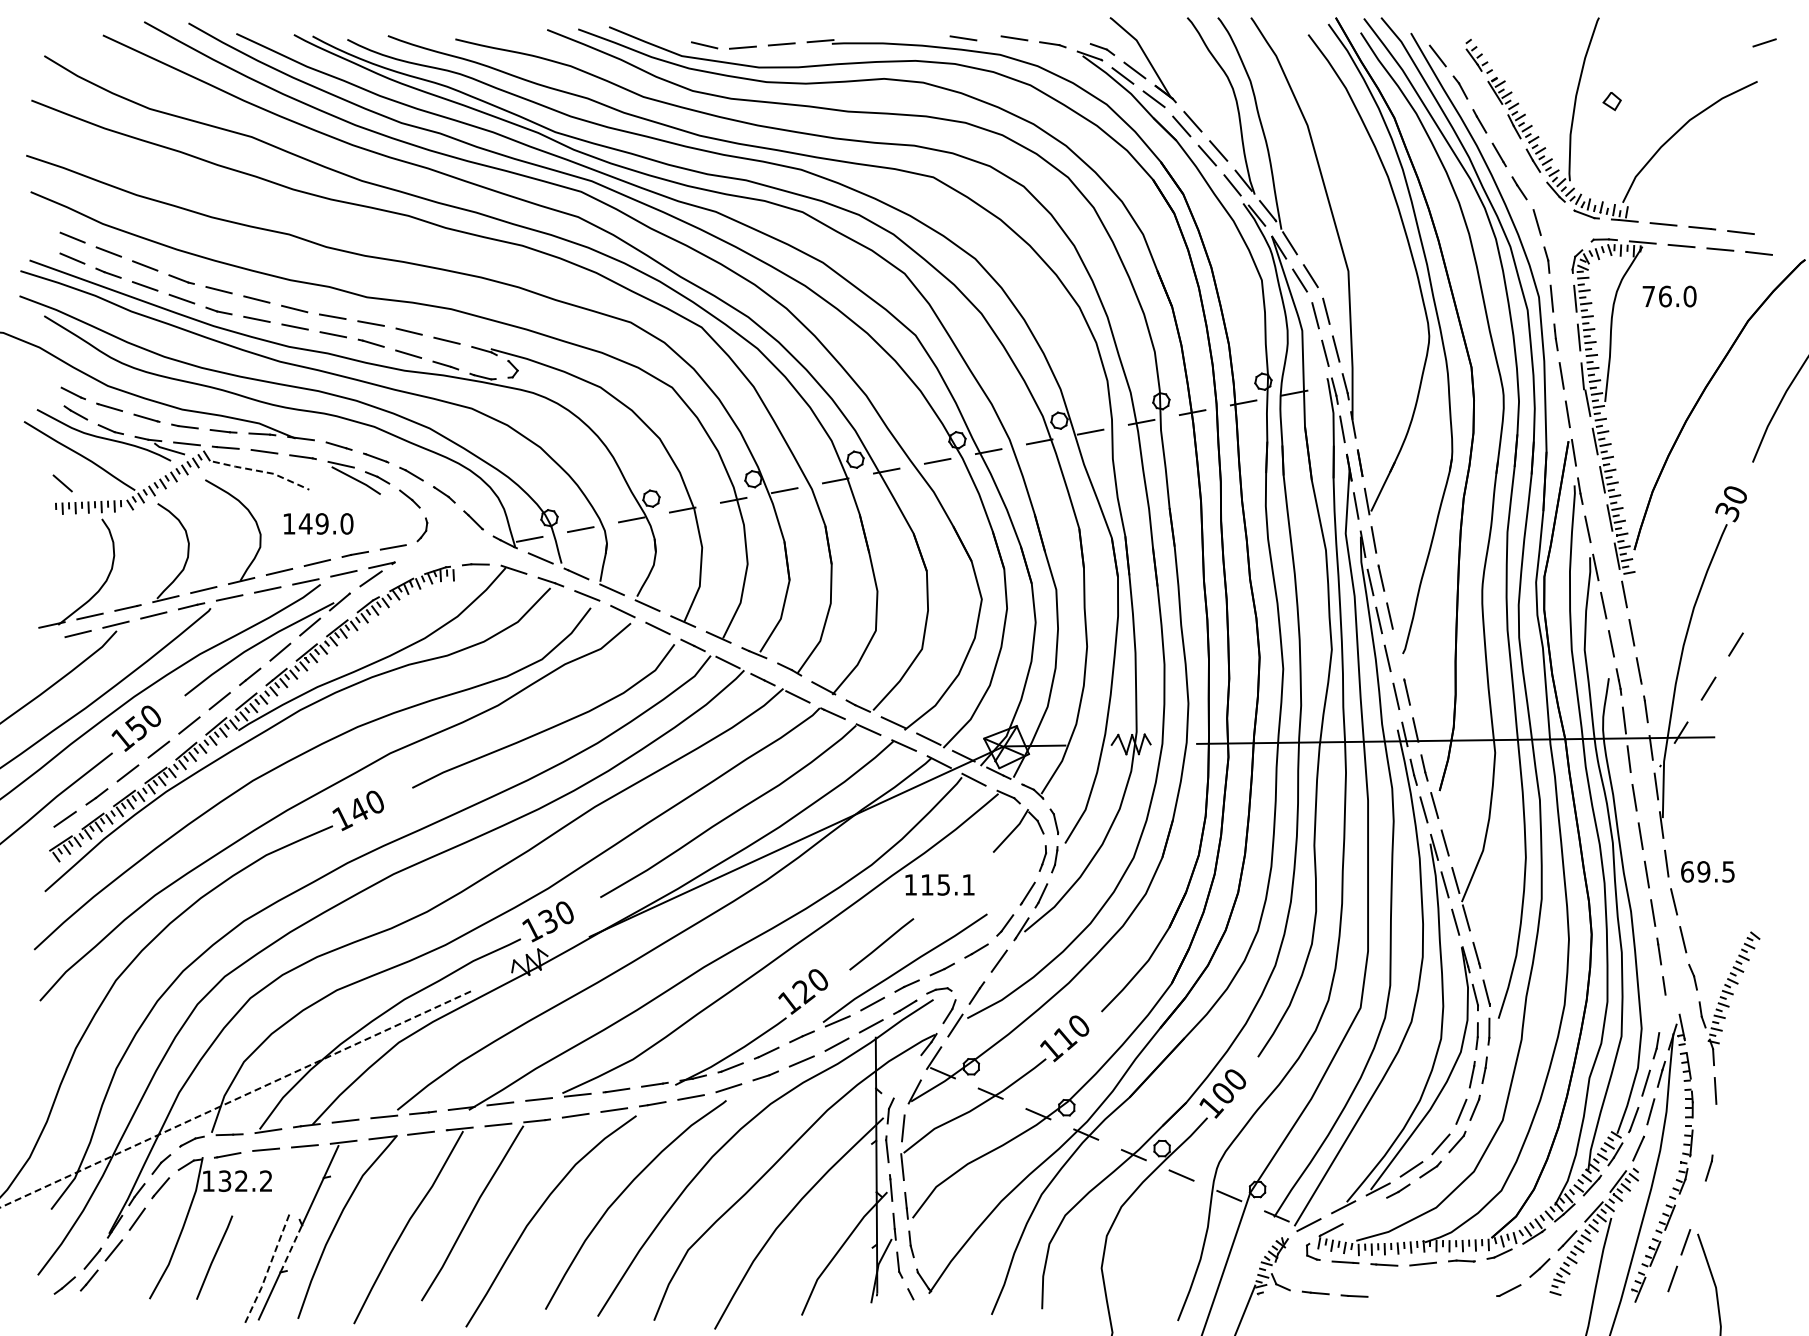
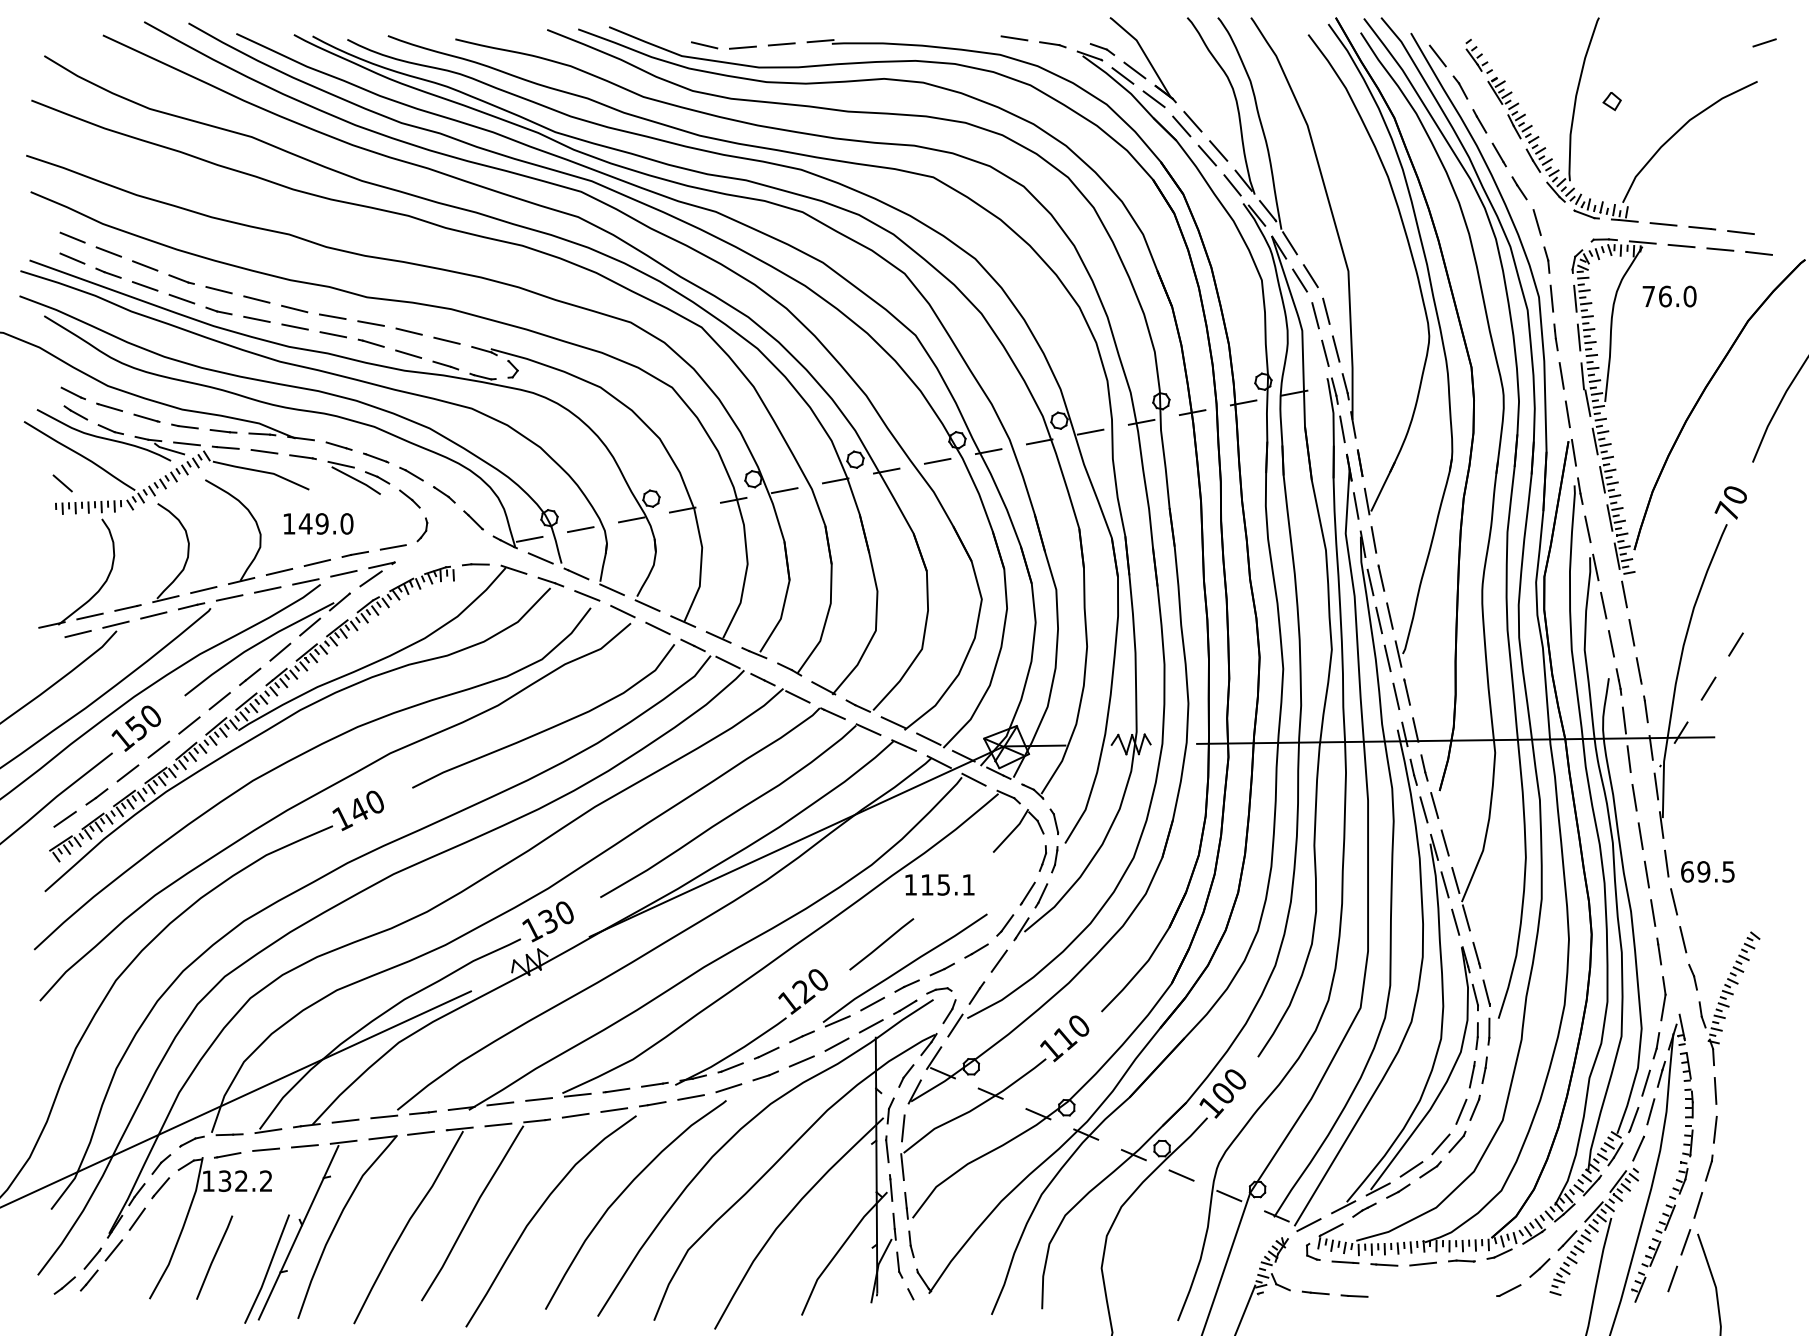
line at (963, 38): present -> none
line at (262, 471): dashed -> solid
text at (1726, 511): 30 -> 70
line at (1398, 653): none -> present
line at (1663, 1007): none -> present
part at (906, 1075): none -> present
line at (235, 1099): dashed -> solid
line at (1714, 1129): none -> present
line at (1698, 1205): none -> present
line at (1364, 1209): none -> present
line at (291, 1247): dashed -> solid
line at (268, 1270): dashed -> solid
